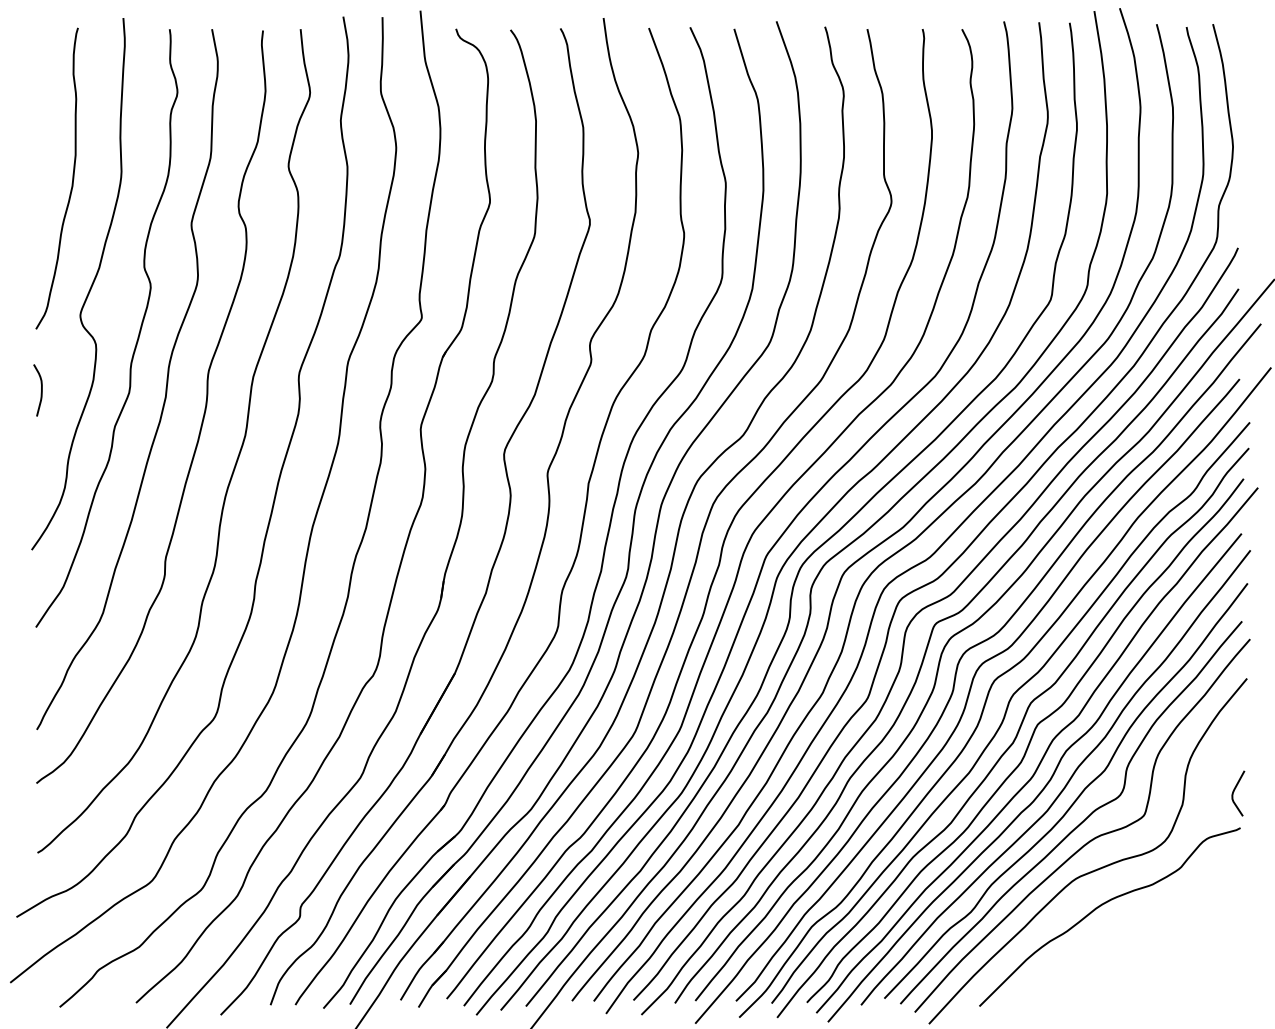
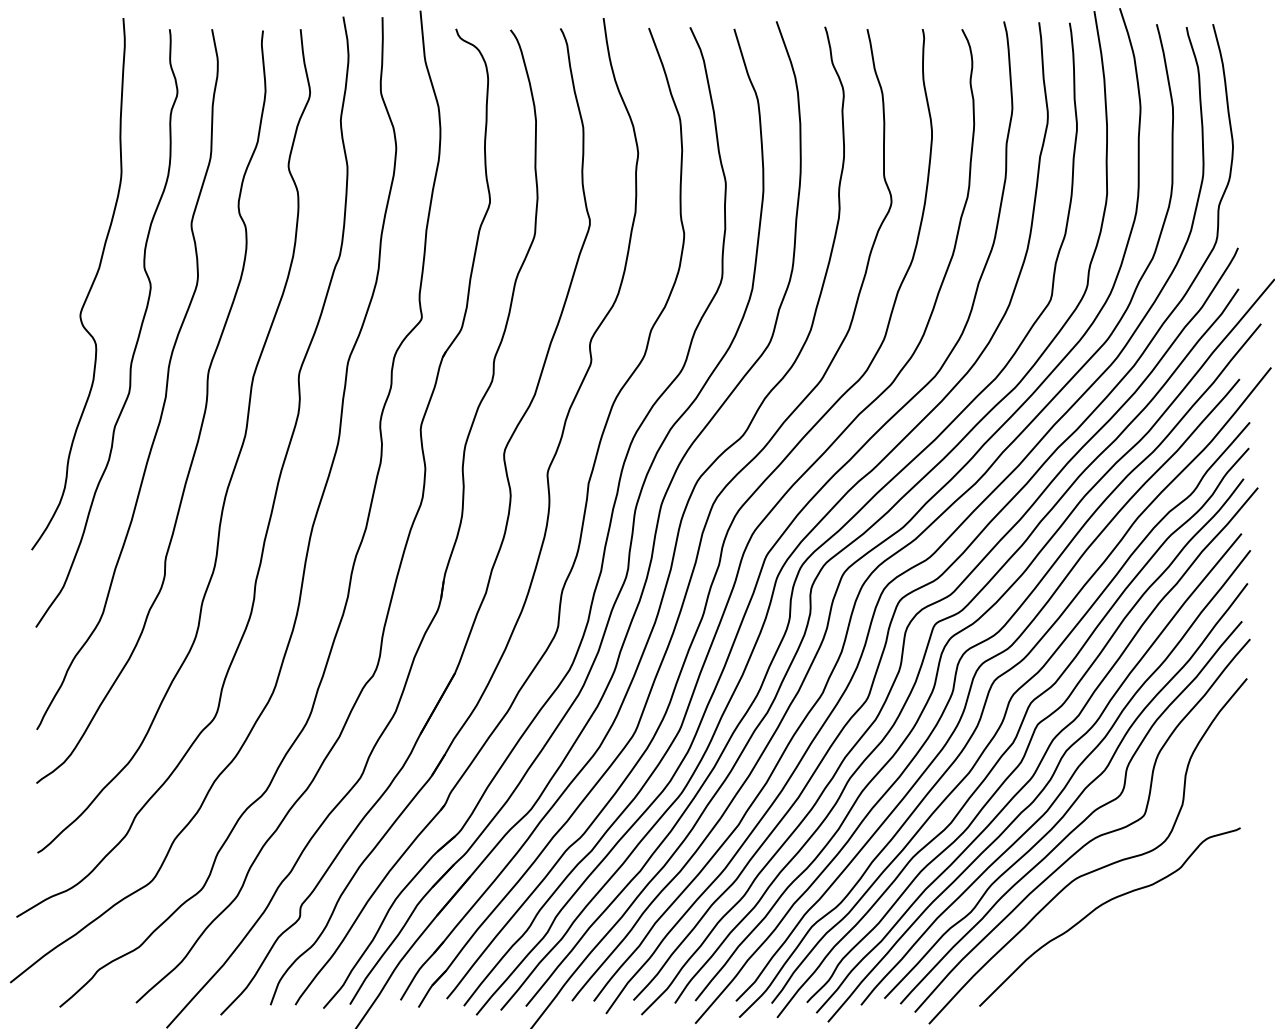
curve at (71, 183): present -> none
curve at (40, 392): present -> none
curve at (1234, 792): present -> none
